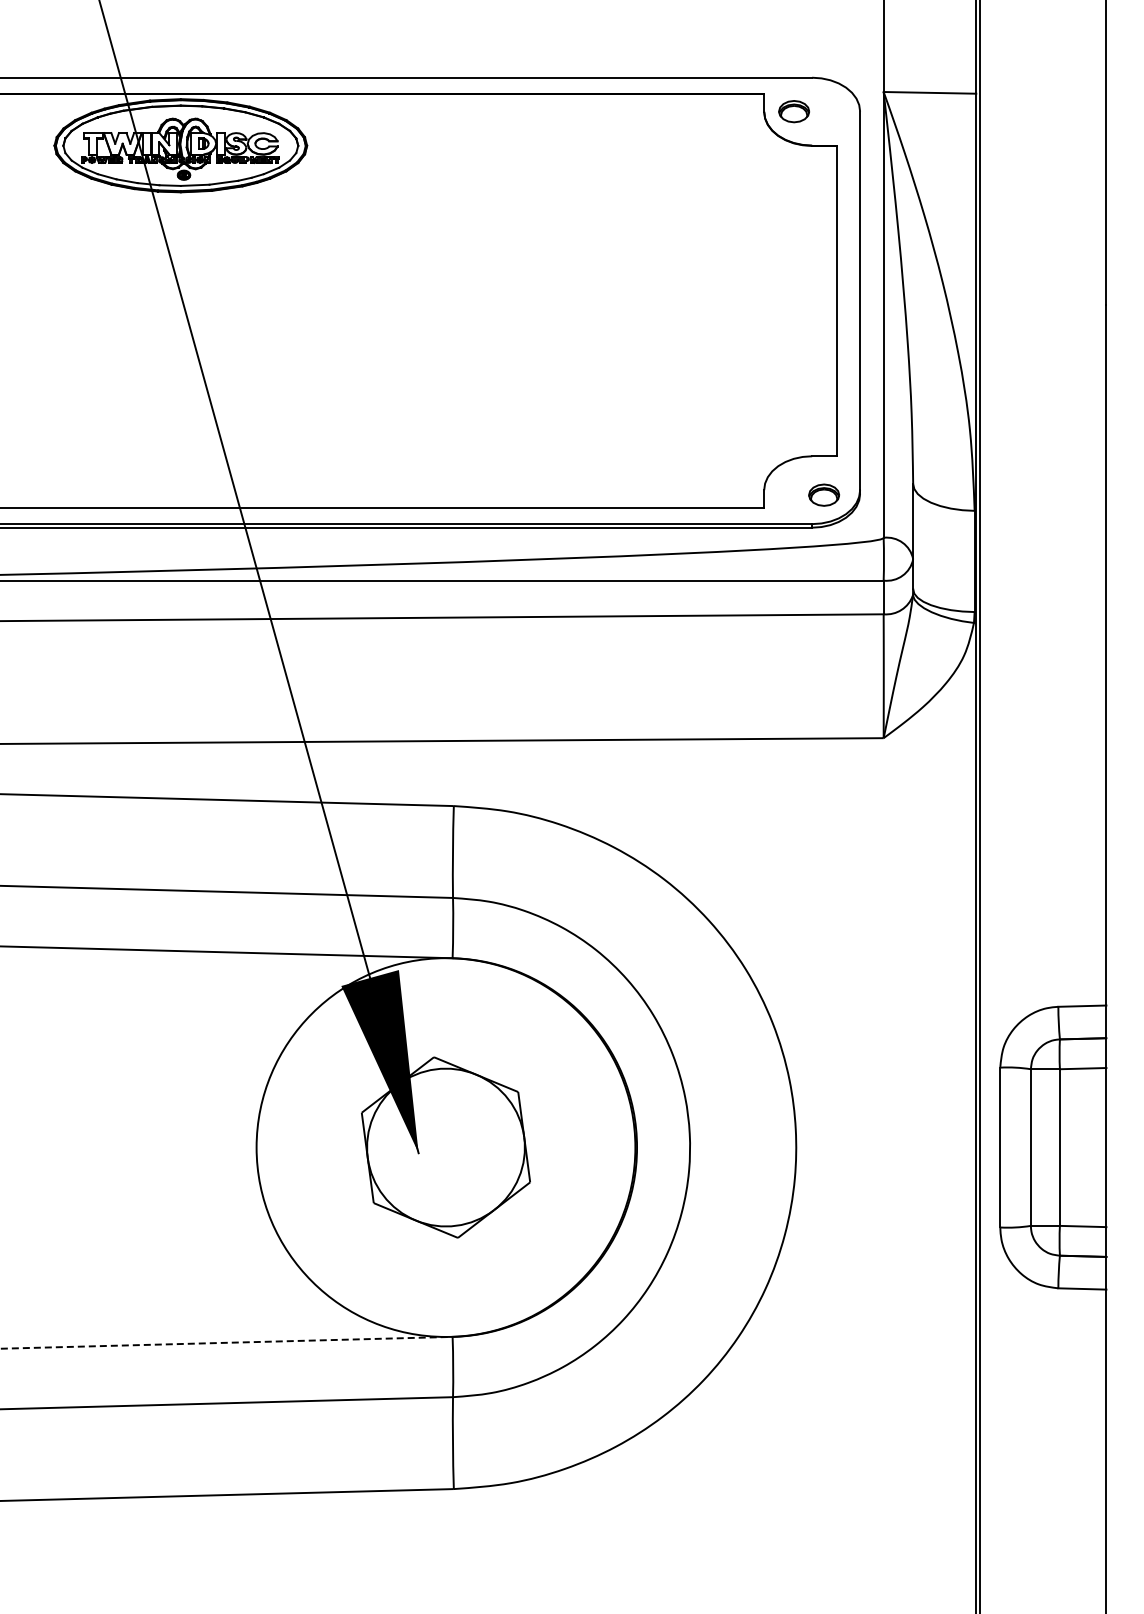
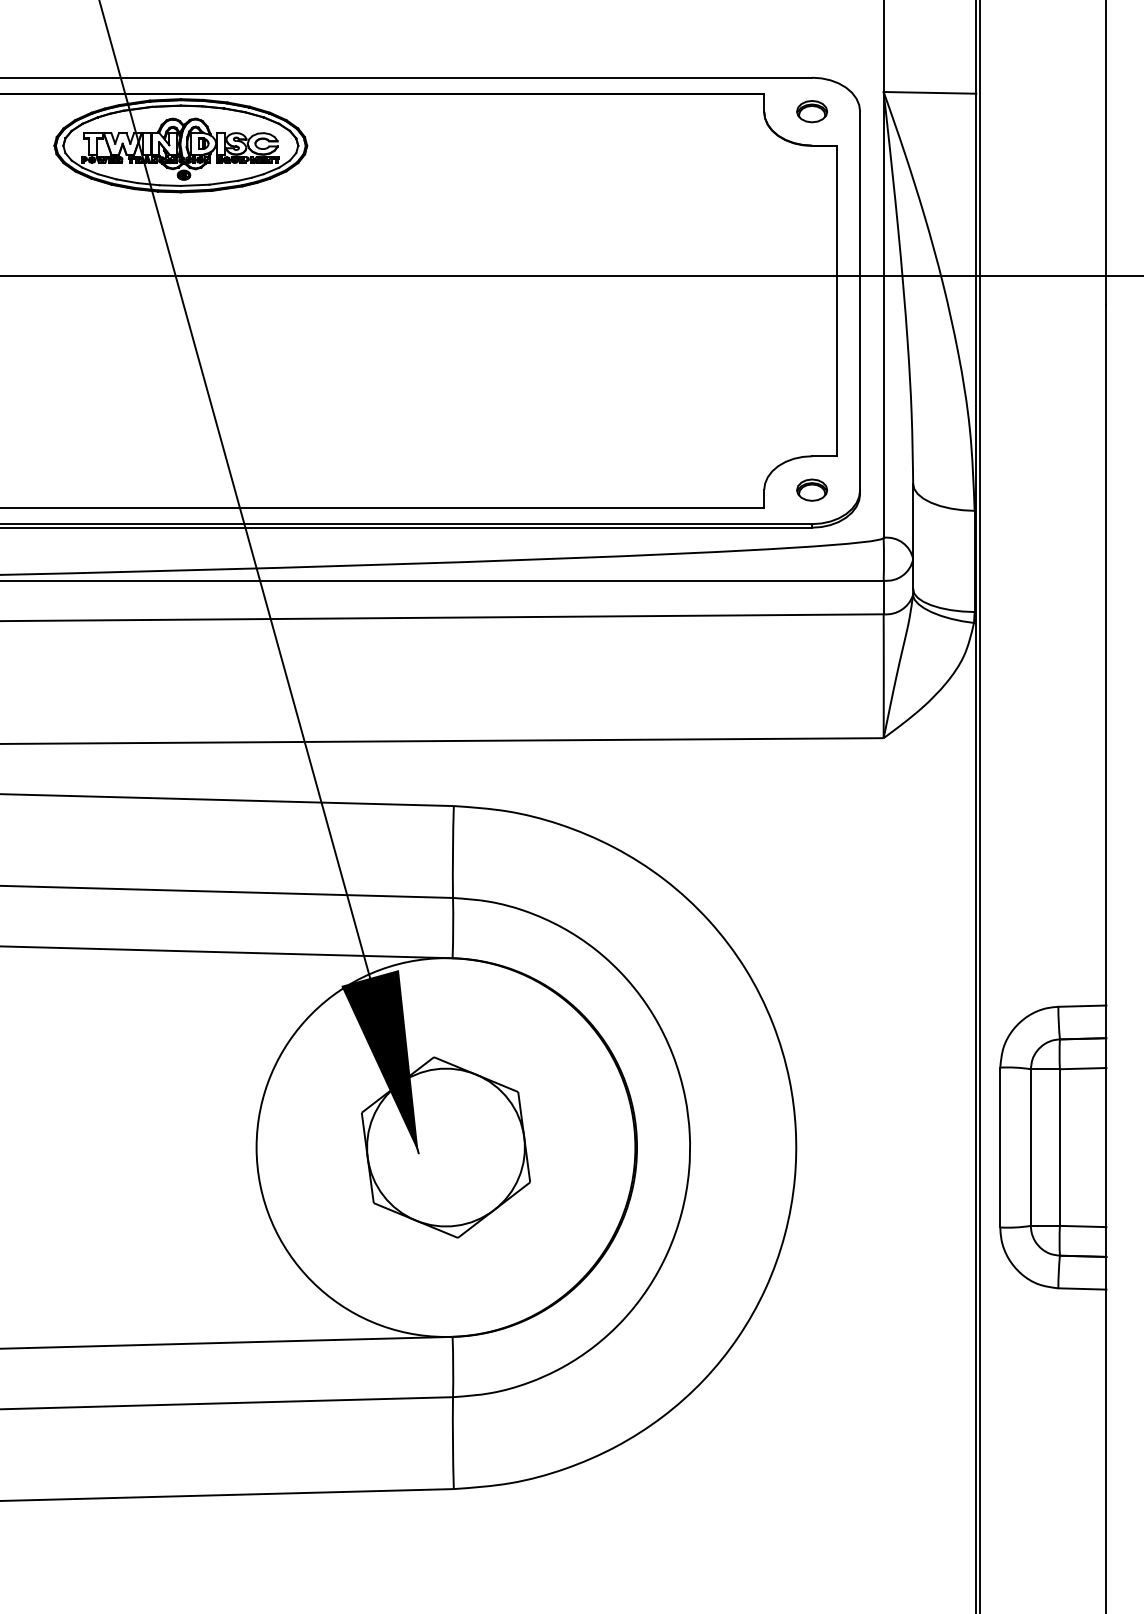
part at (793, 111) position: (793, 111) -> (811, 111)
line at (571, 275): none -> present
part at (823, 494) position: (823, 494) -> (811, 489)
line at (226, 1342): dashed -> solid
